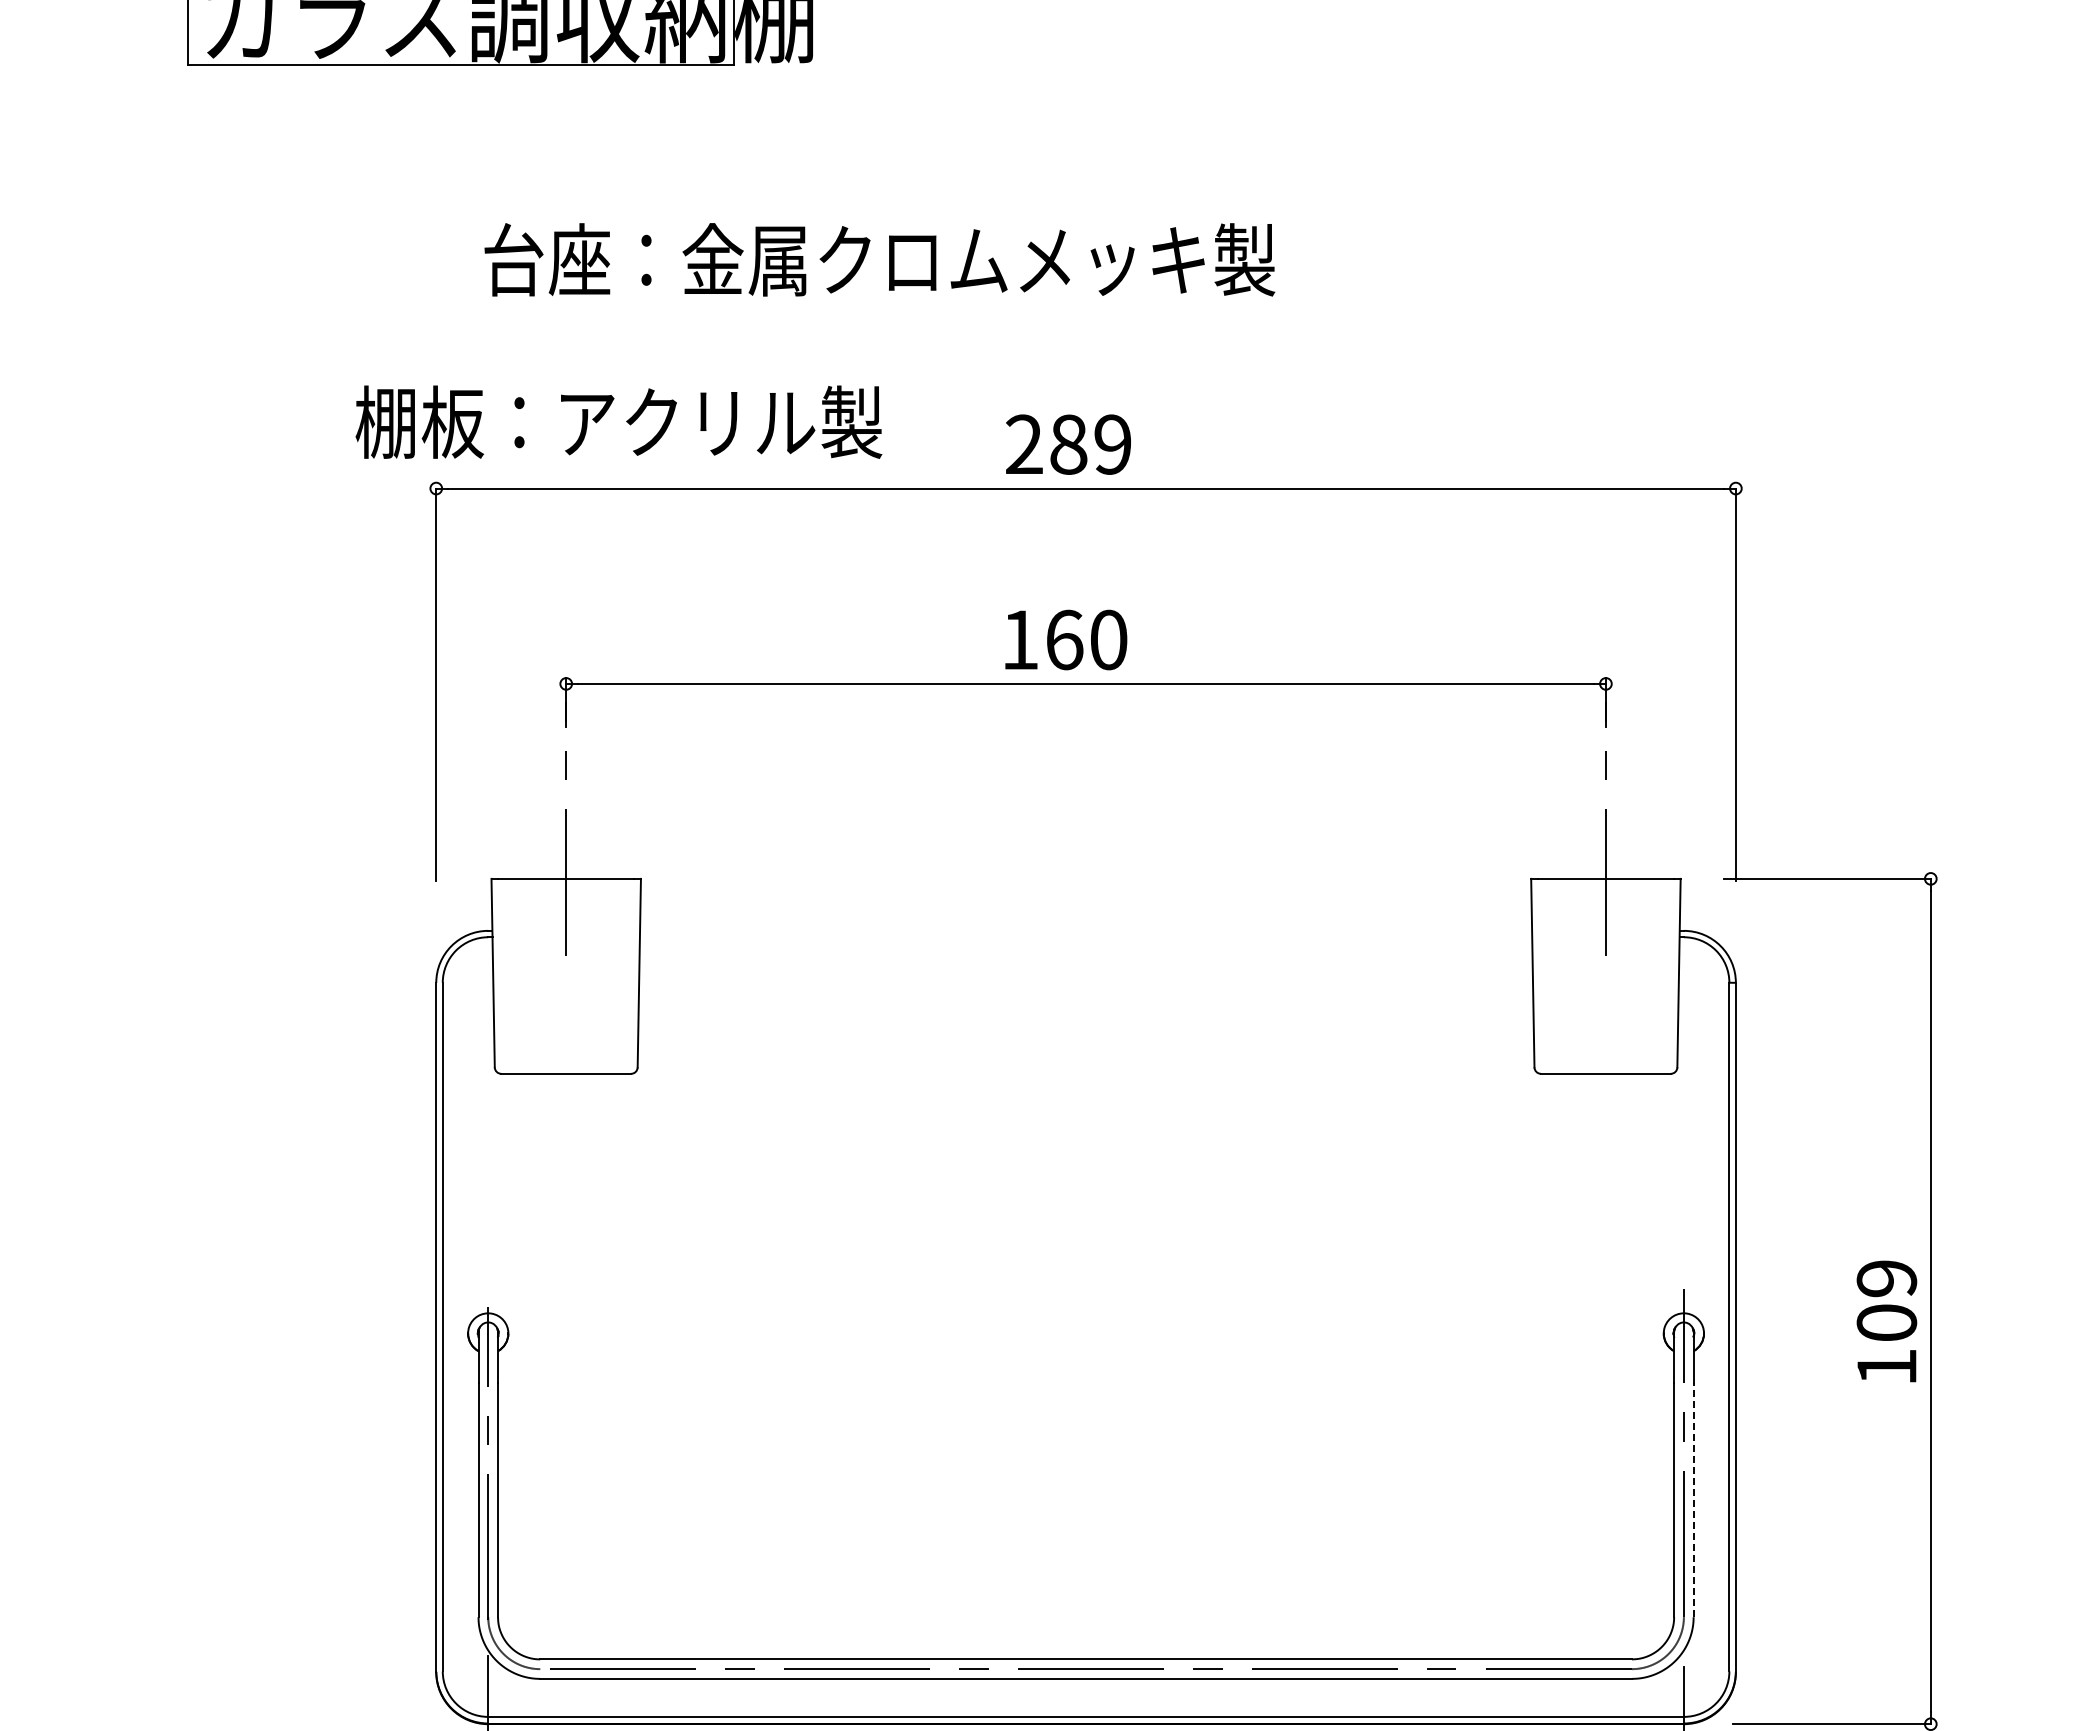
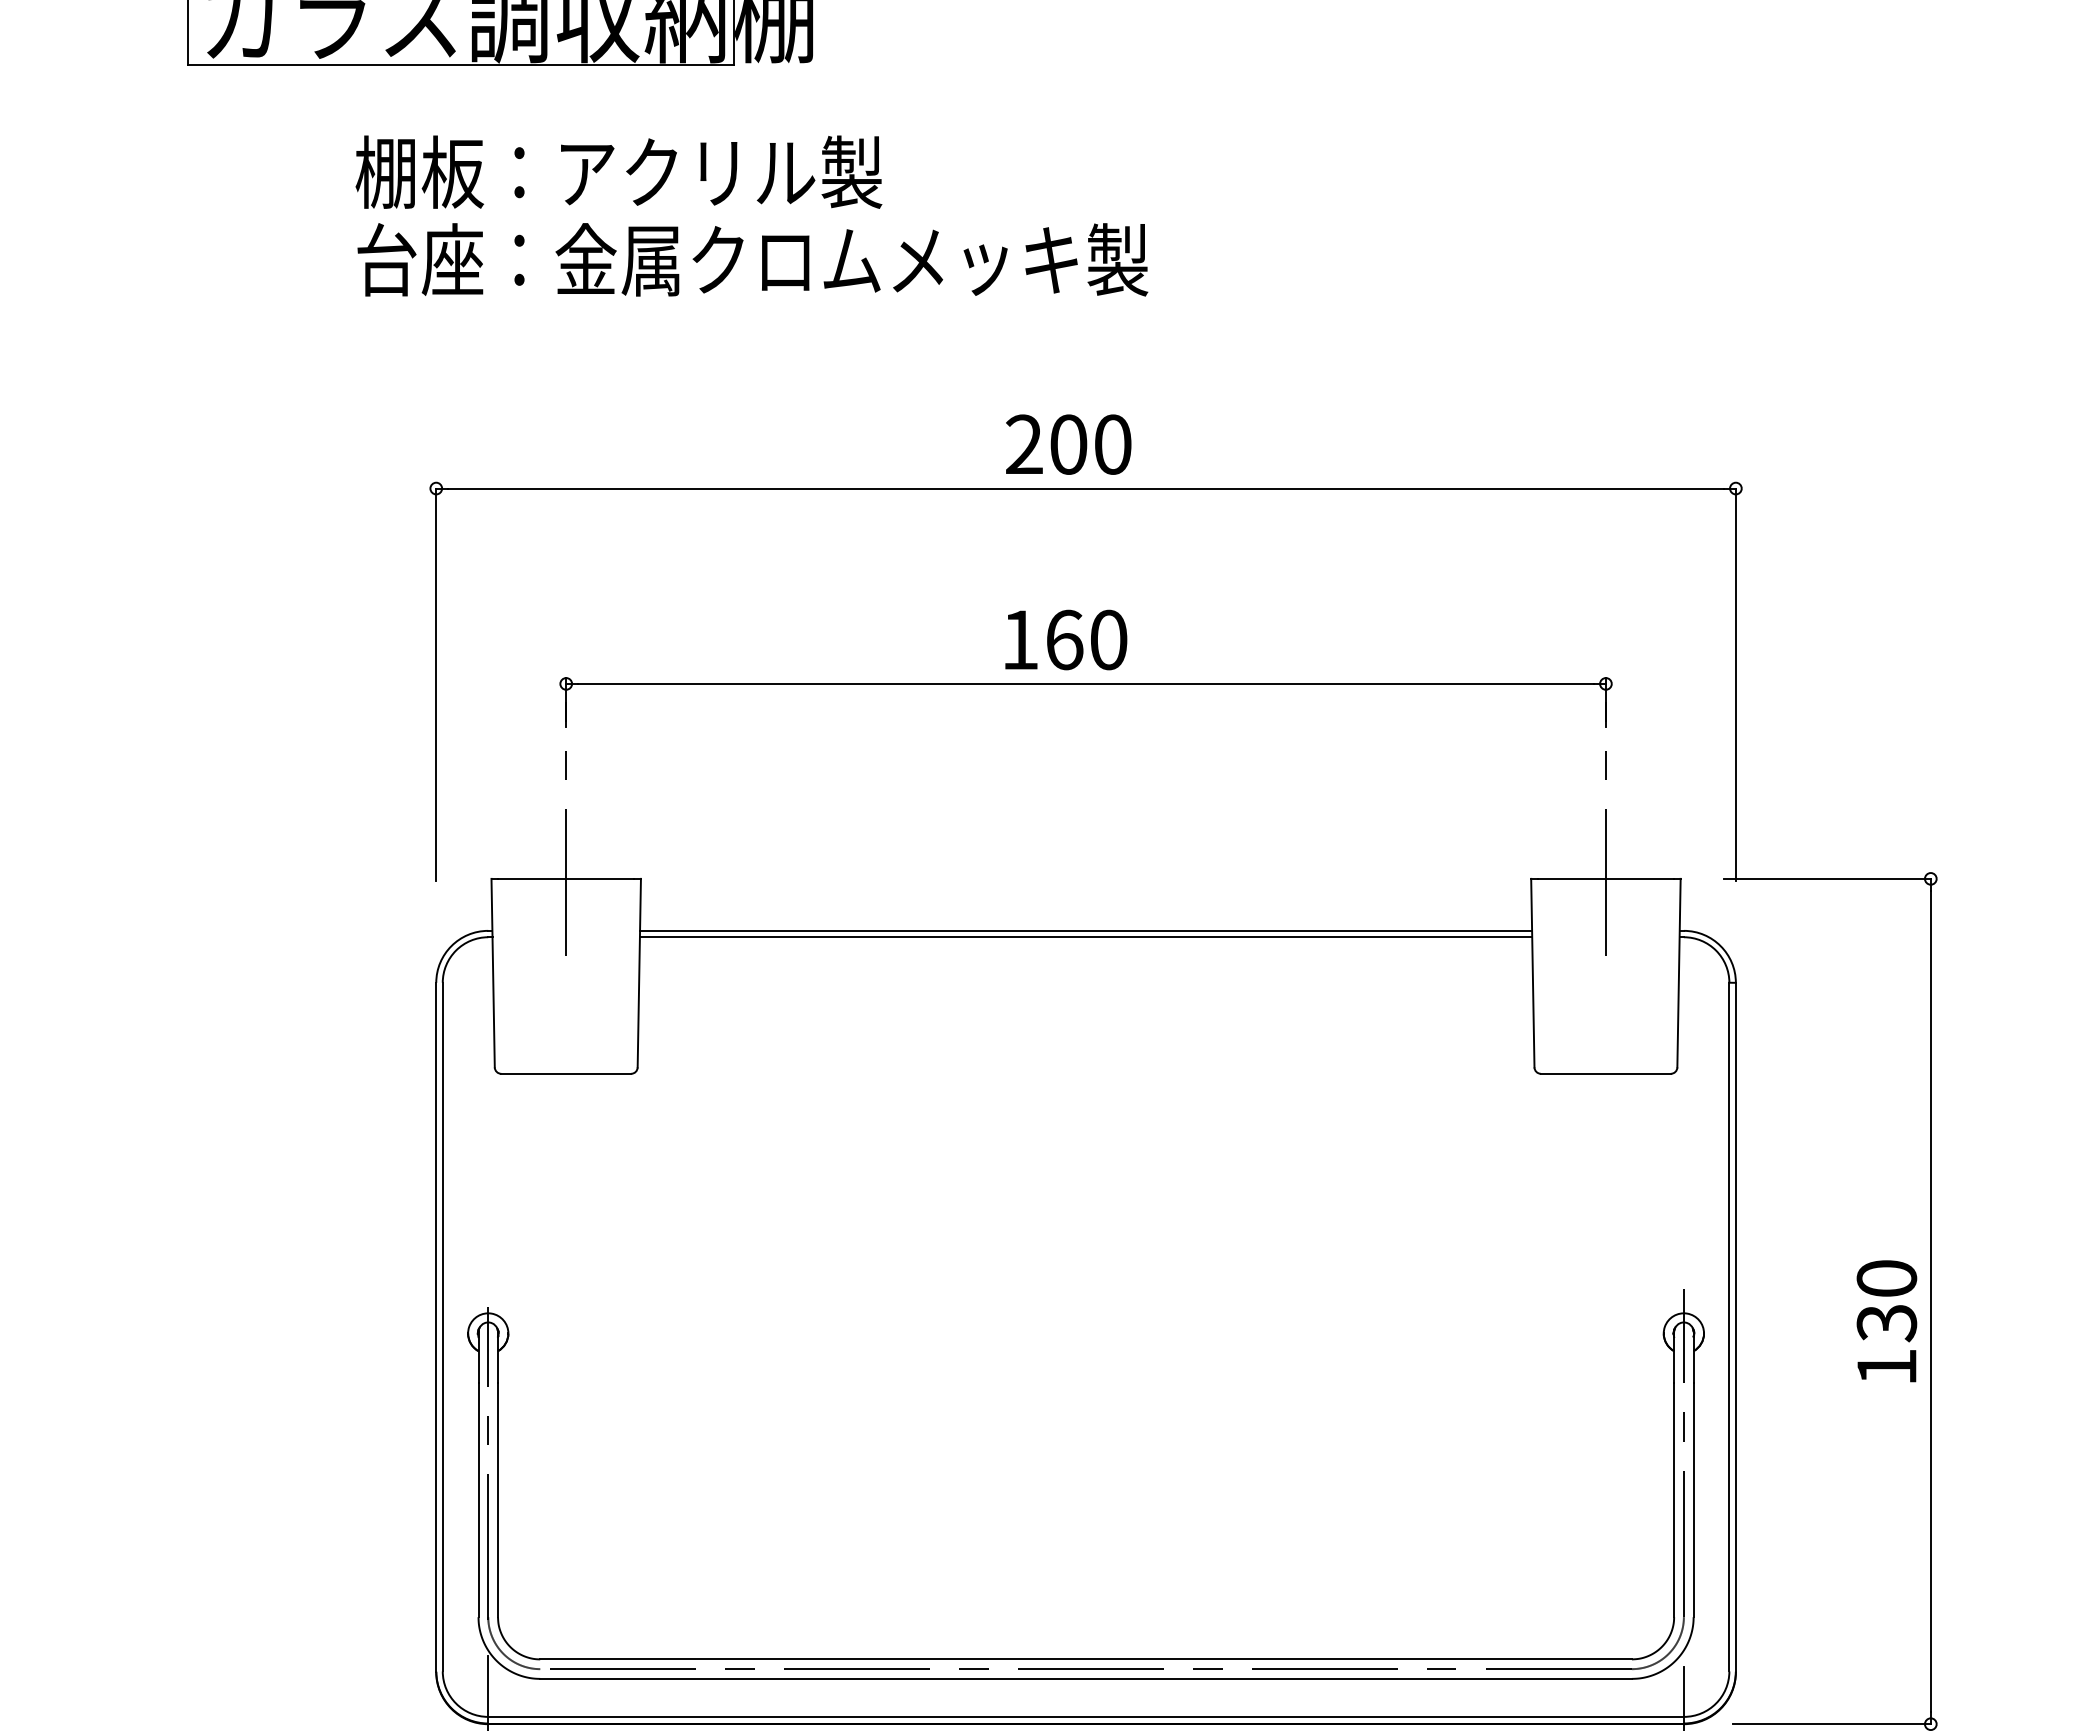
text at (879, 259) position: (879, 259) -> (752, 259)
text at (618, 421) position: (618, 421) -> (618, 171)
text at (1090, 444): 289 -> 200
line at (1086, 930): none -> present
line at (1085, 937): none -> present
text at (1886, 1301): 109 -> 130
line at (1693, 1500): dashed -> solid
